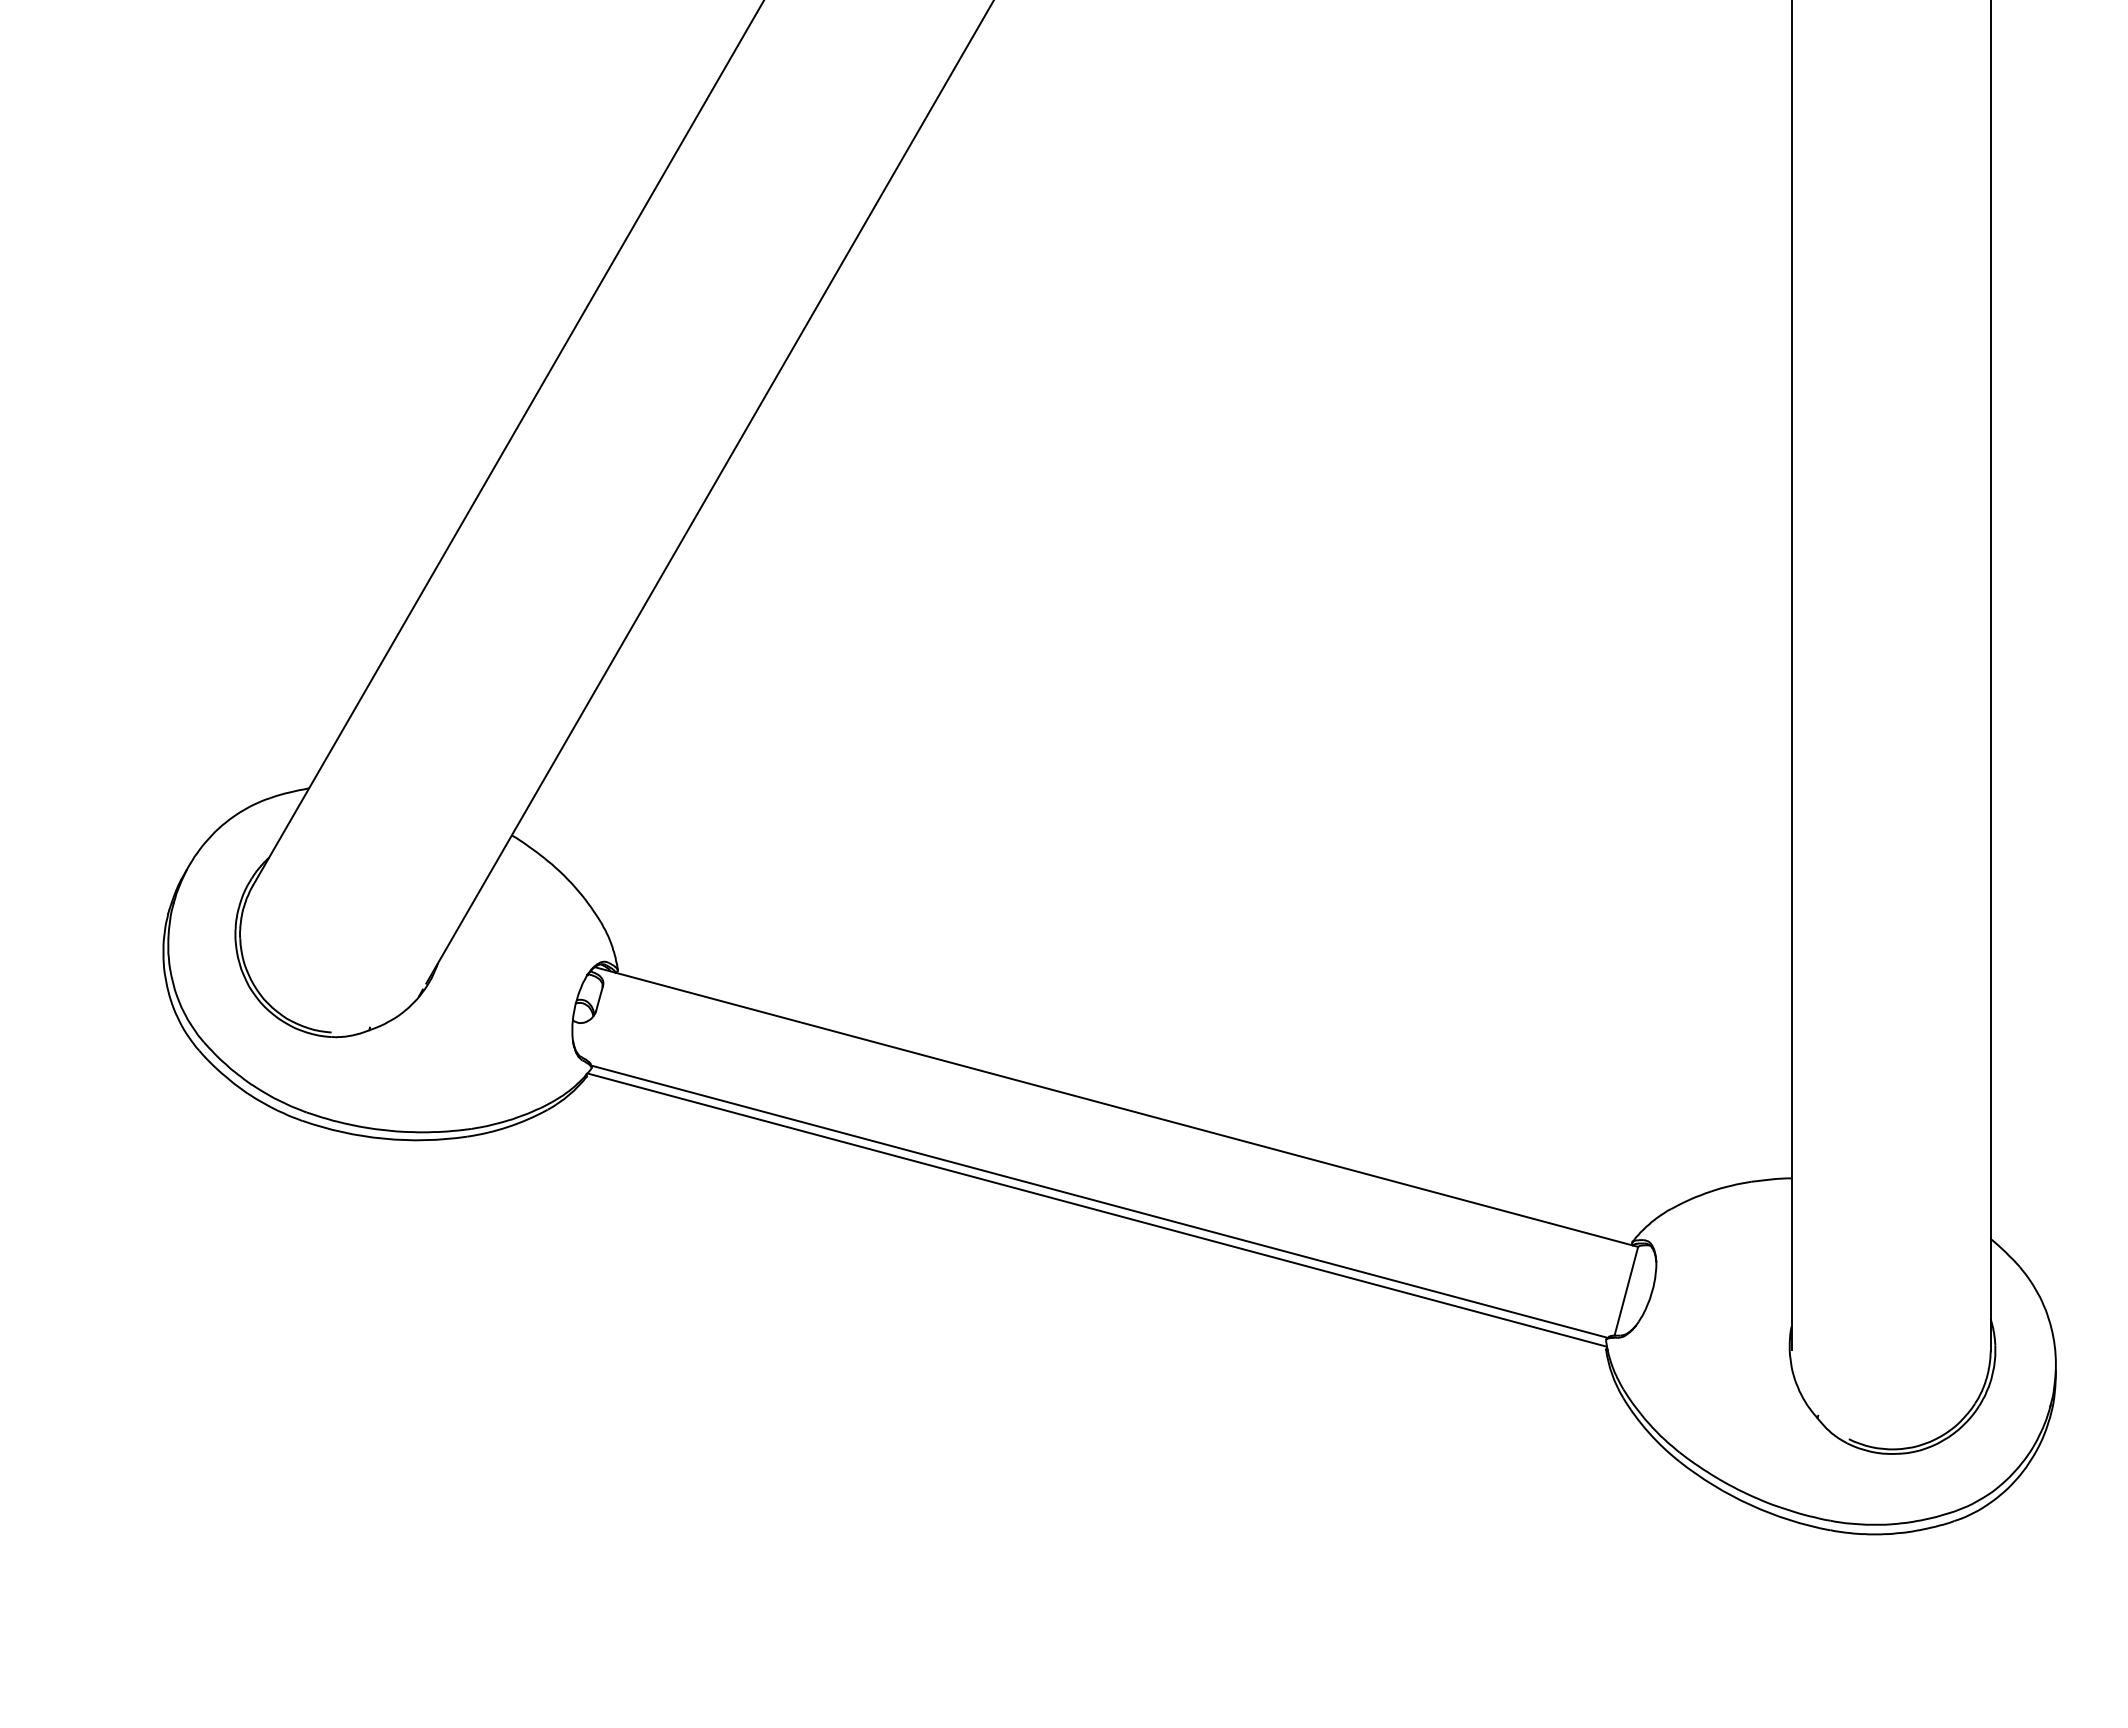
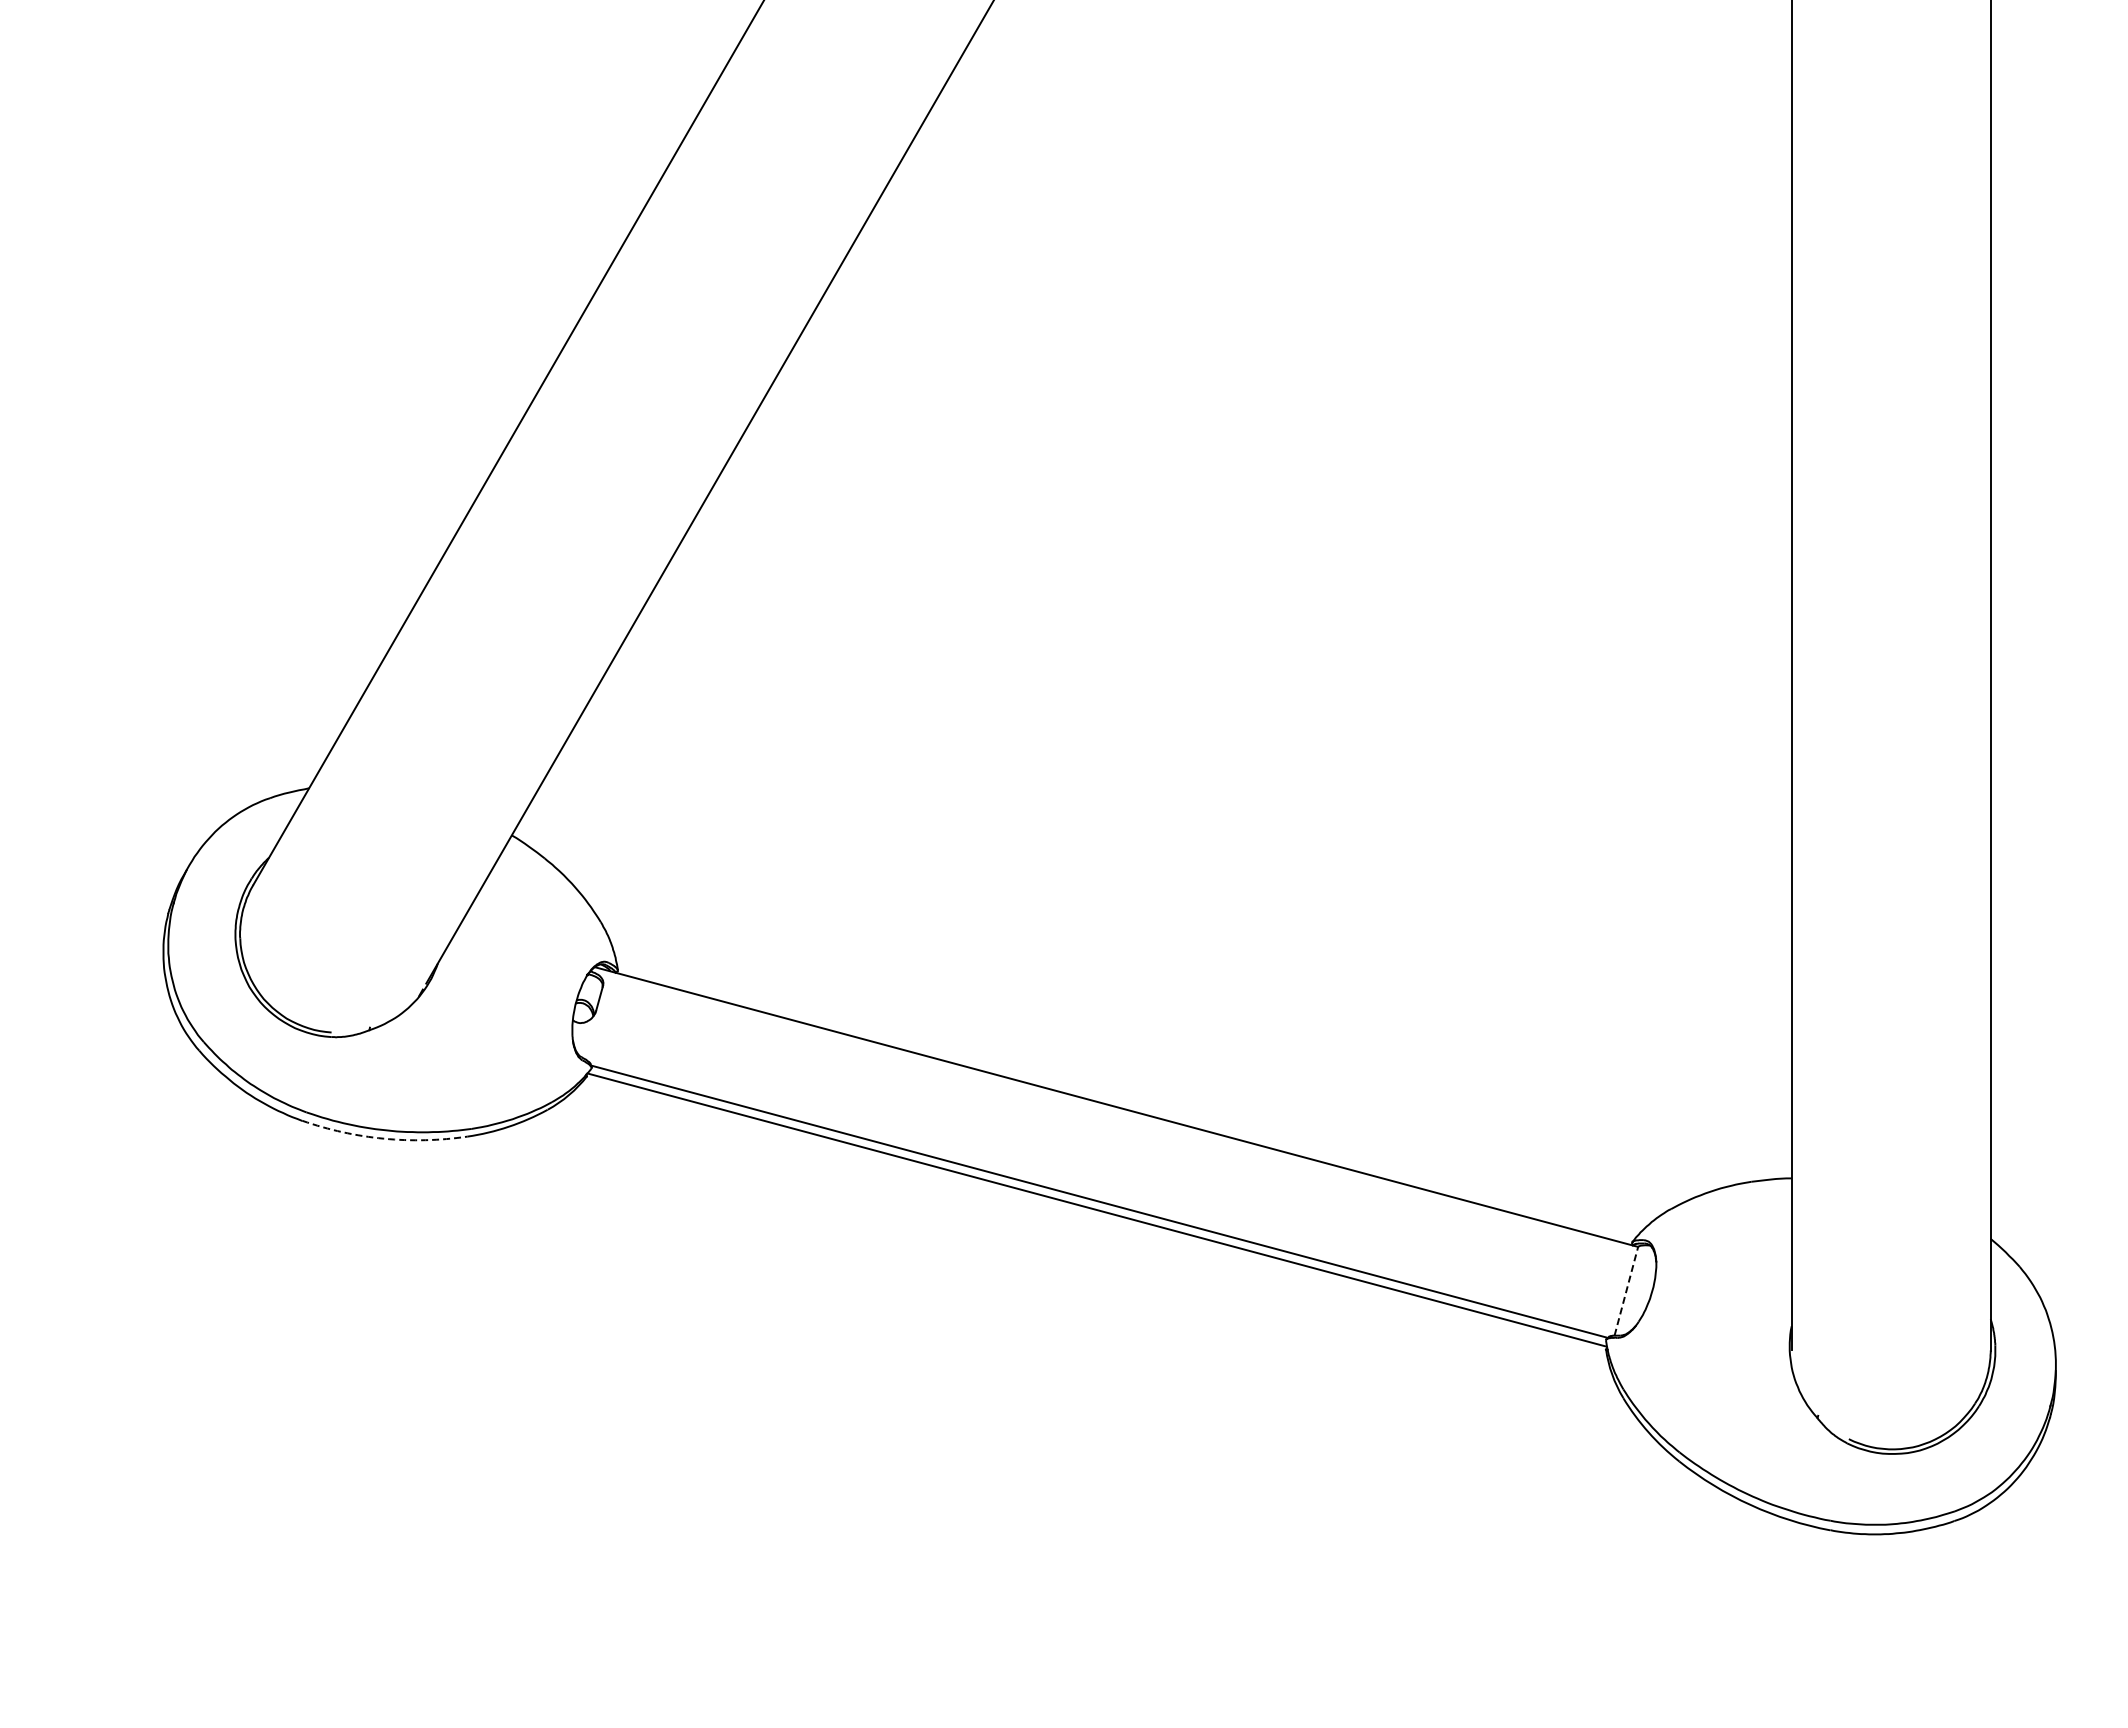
arc at (383, 1138): solid -> dashed
line at (1626, 1291): solid -> dashed
